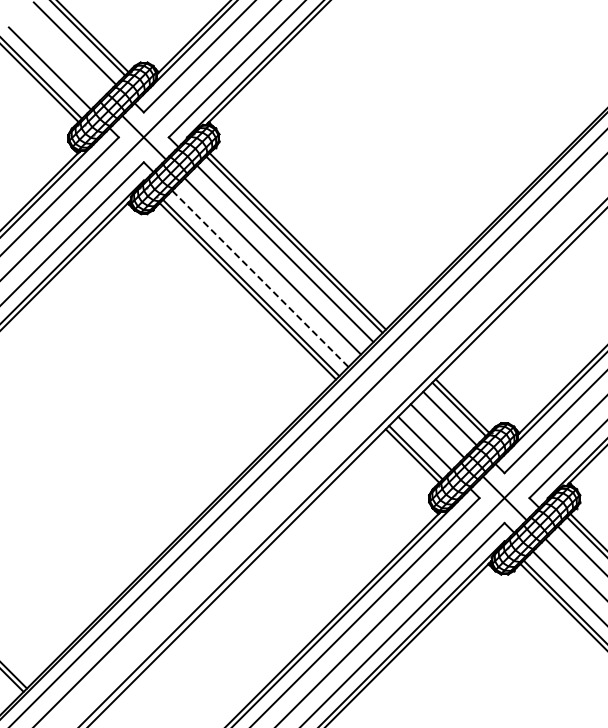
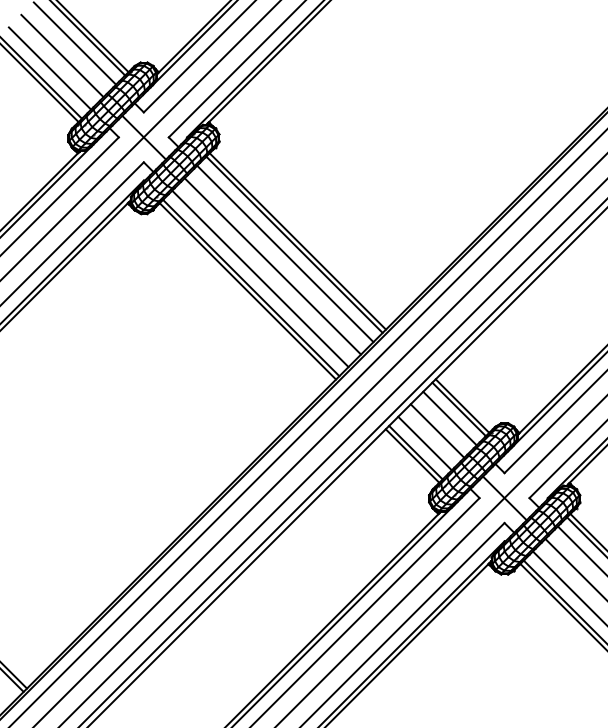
line at (62, 55): none -> present
line at (260, 278): dashed -> solid
line at (332, 452): none -> present
